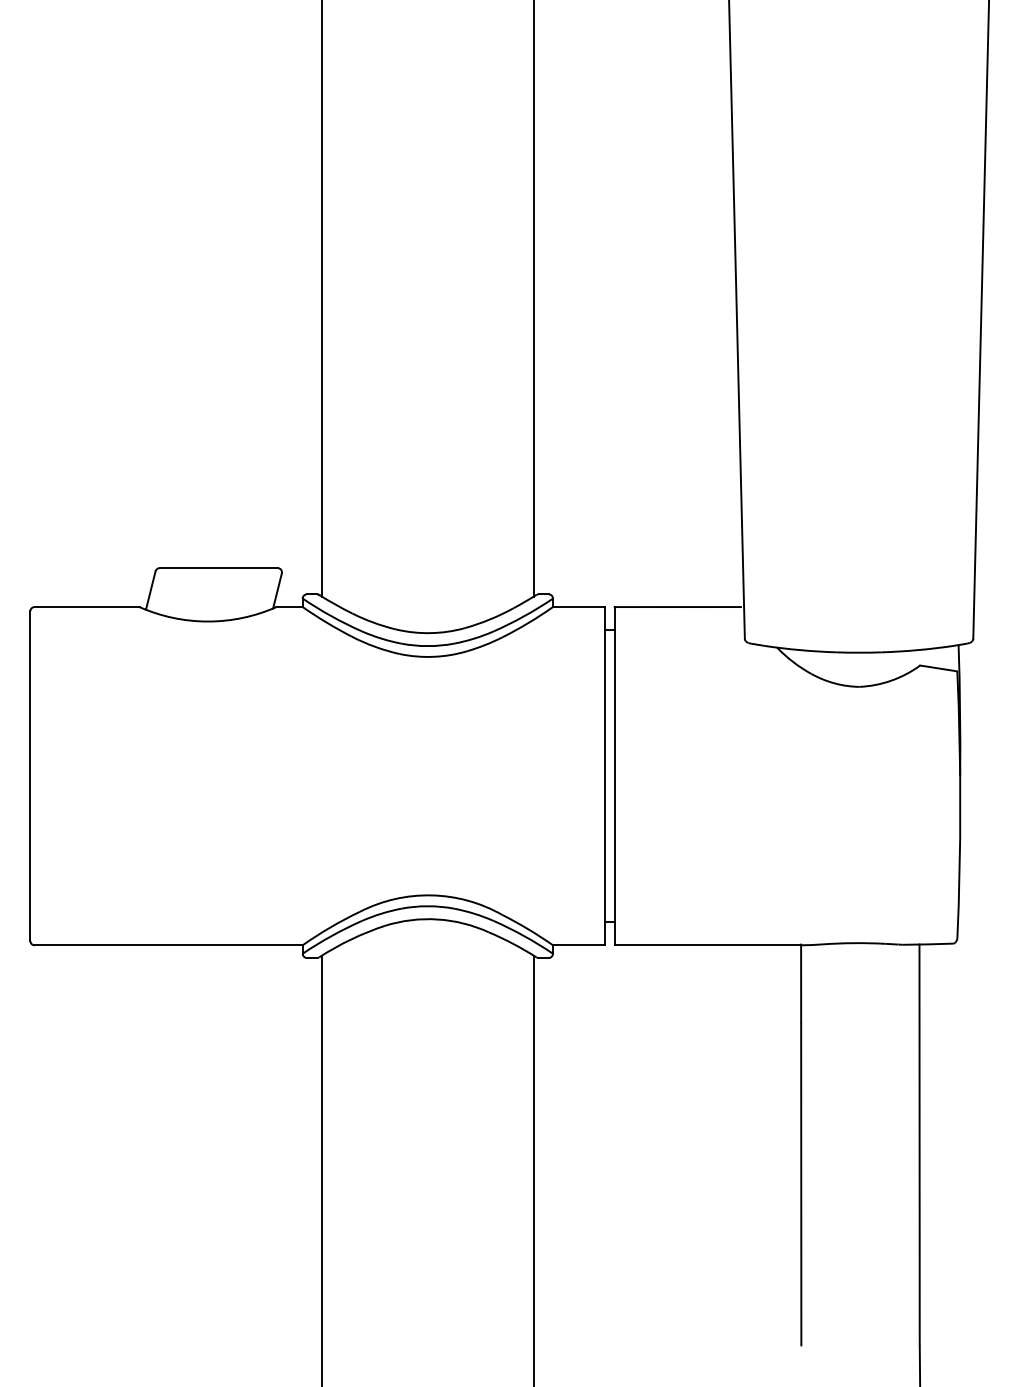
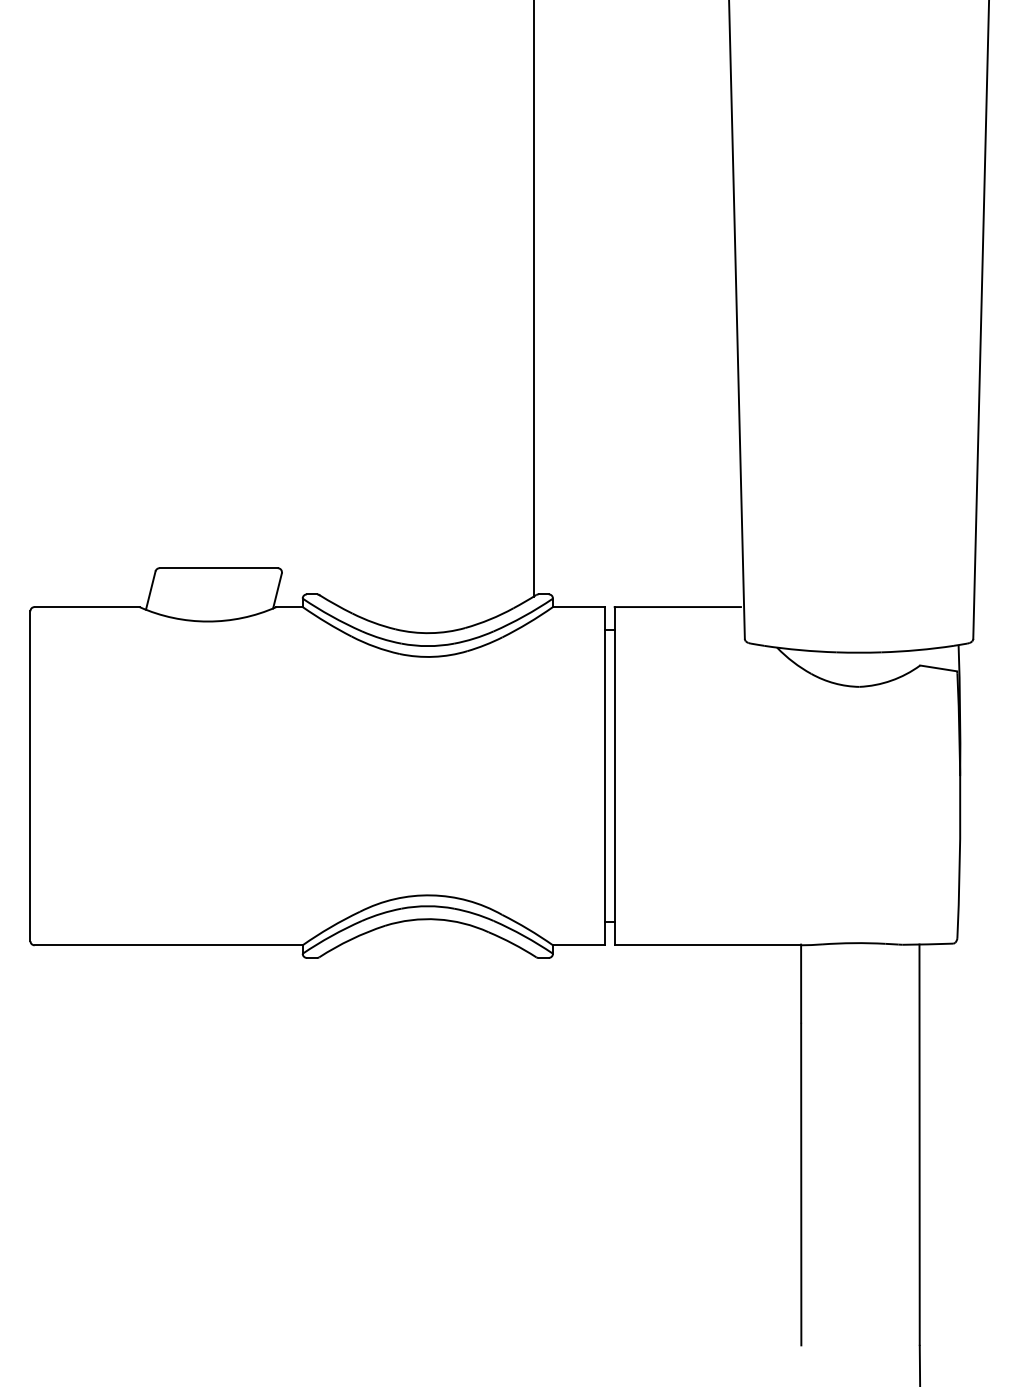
line at (322, 299): present -> none
line at (322, 1169): present -> none
line at (533, 1169): present -> none
